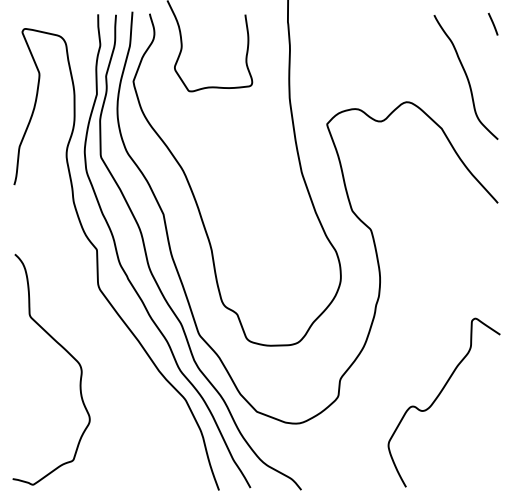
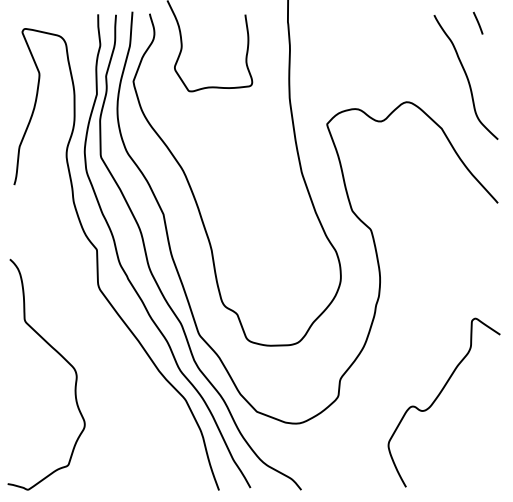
line at (492, 23) position: (492, 23) -> (477, 22)
curve at (67, 353) position: (67, 353) -> (62, 358)
